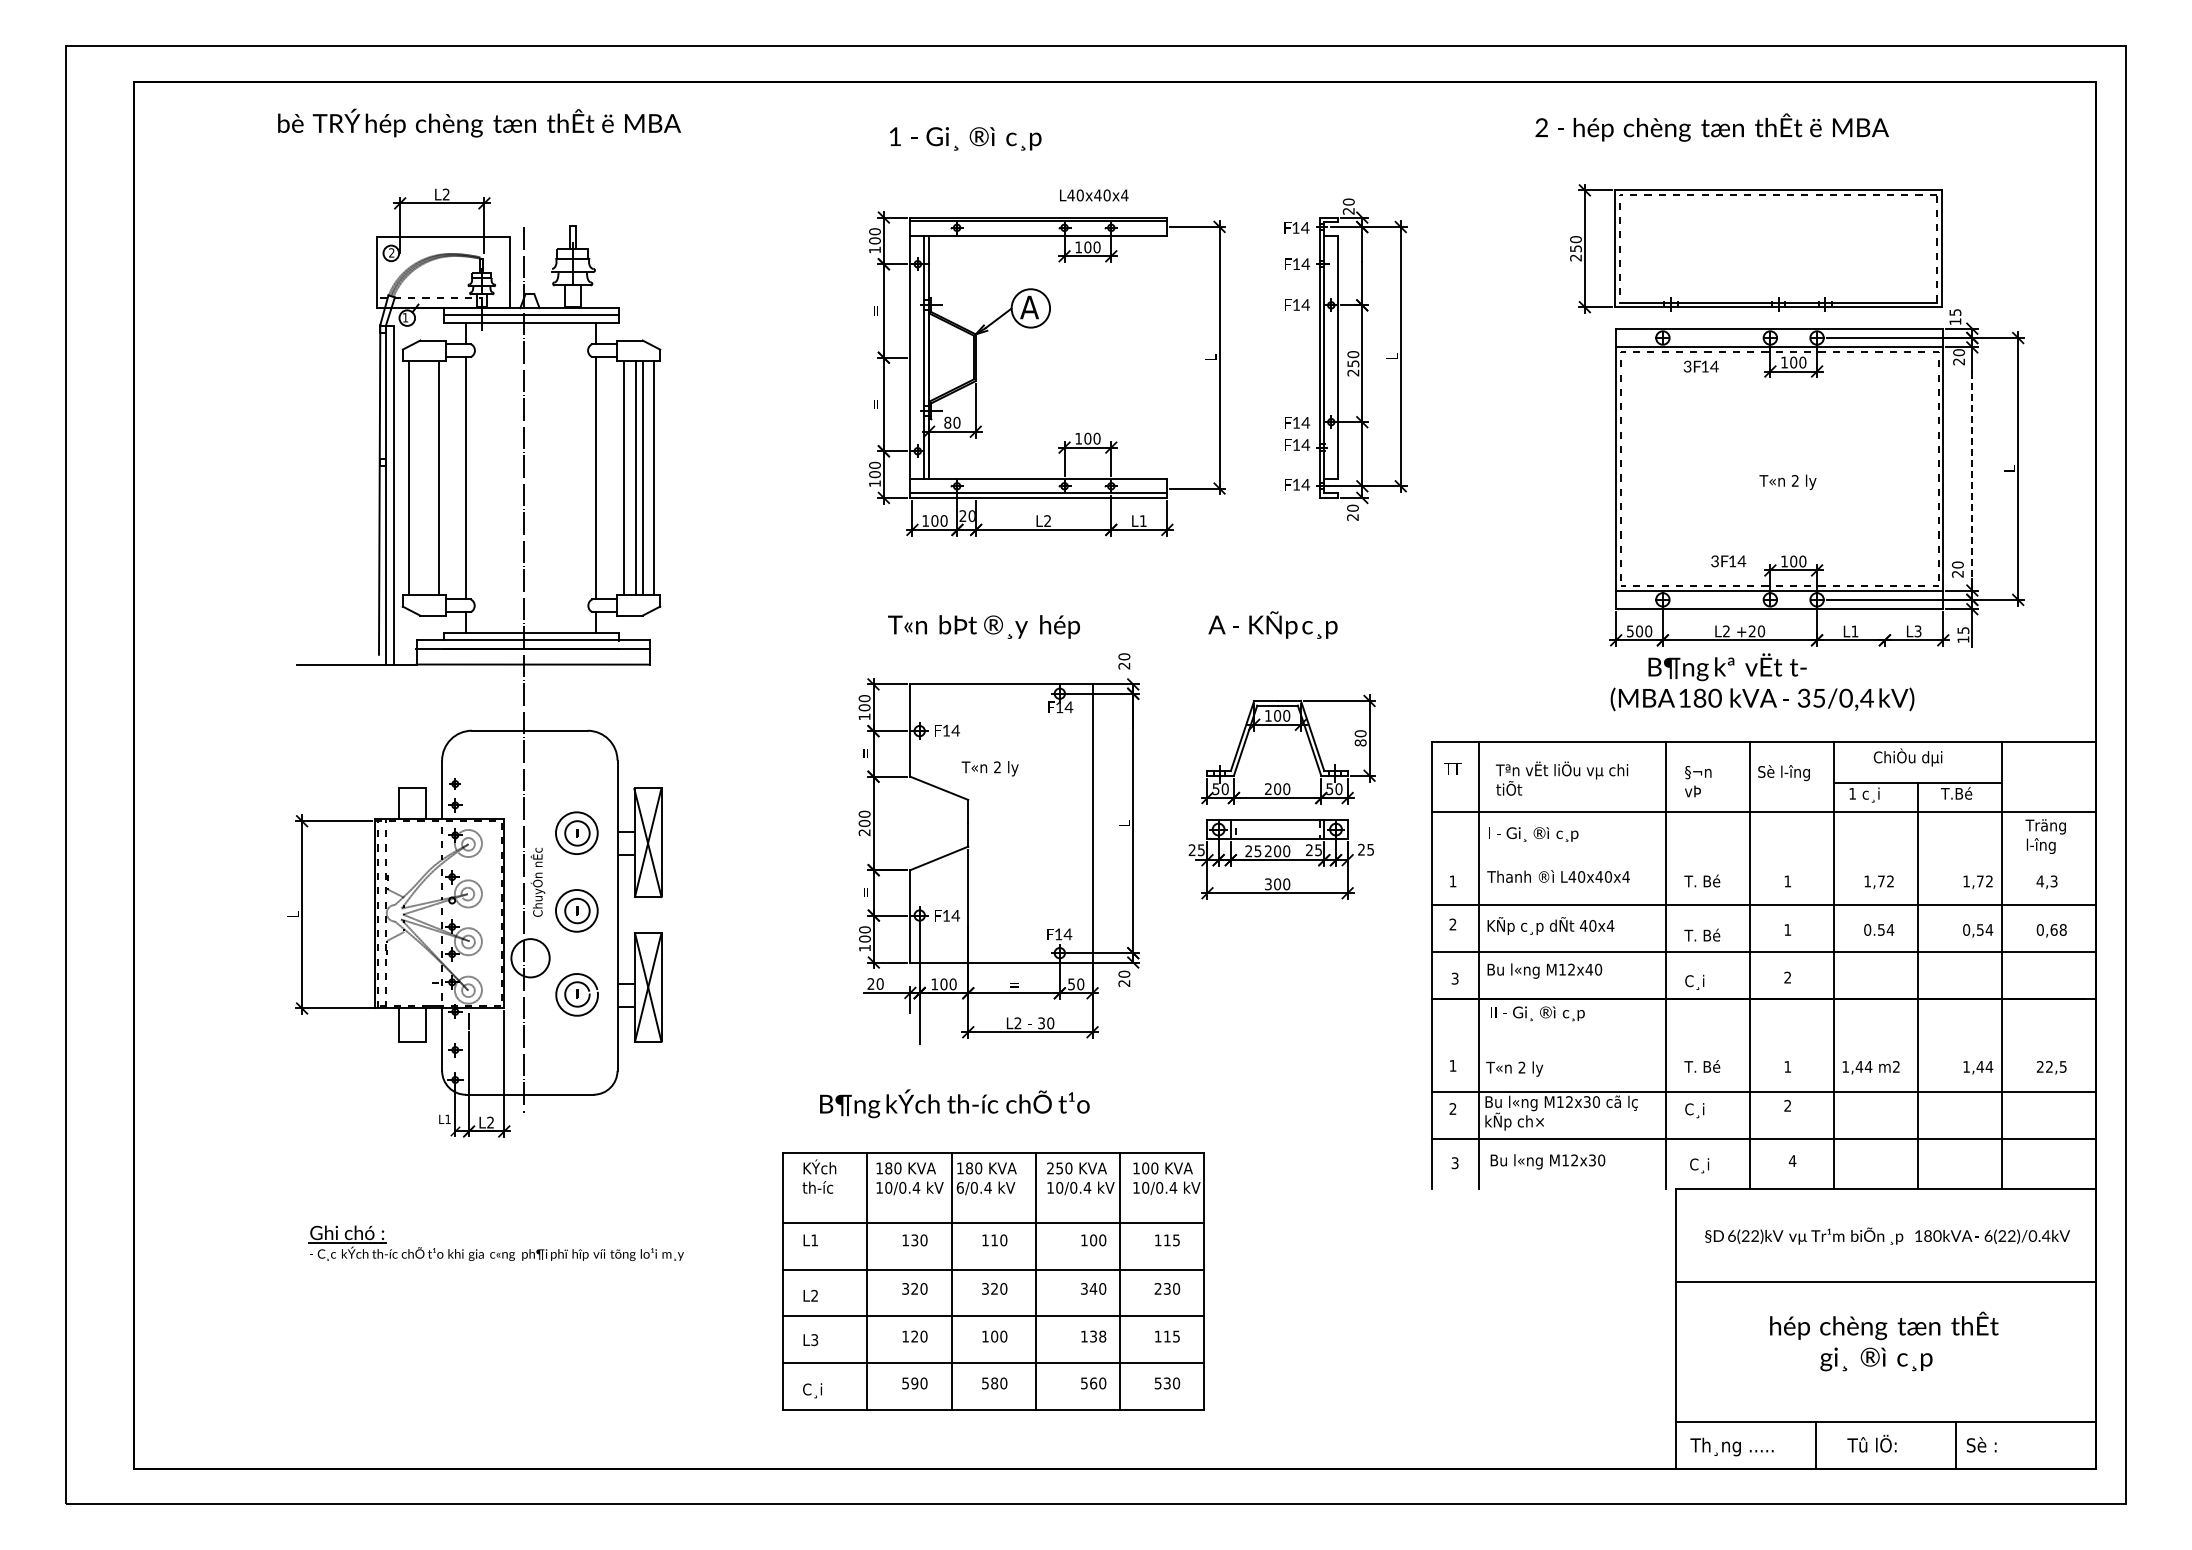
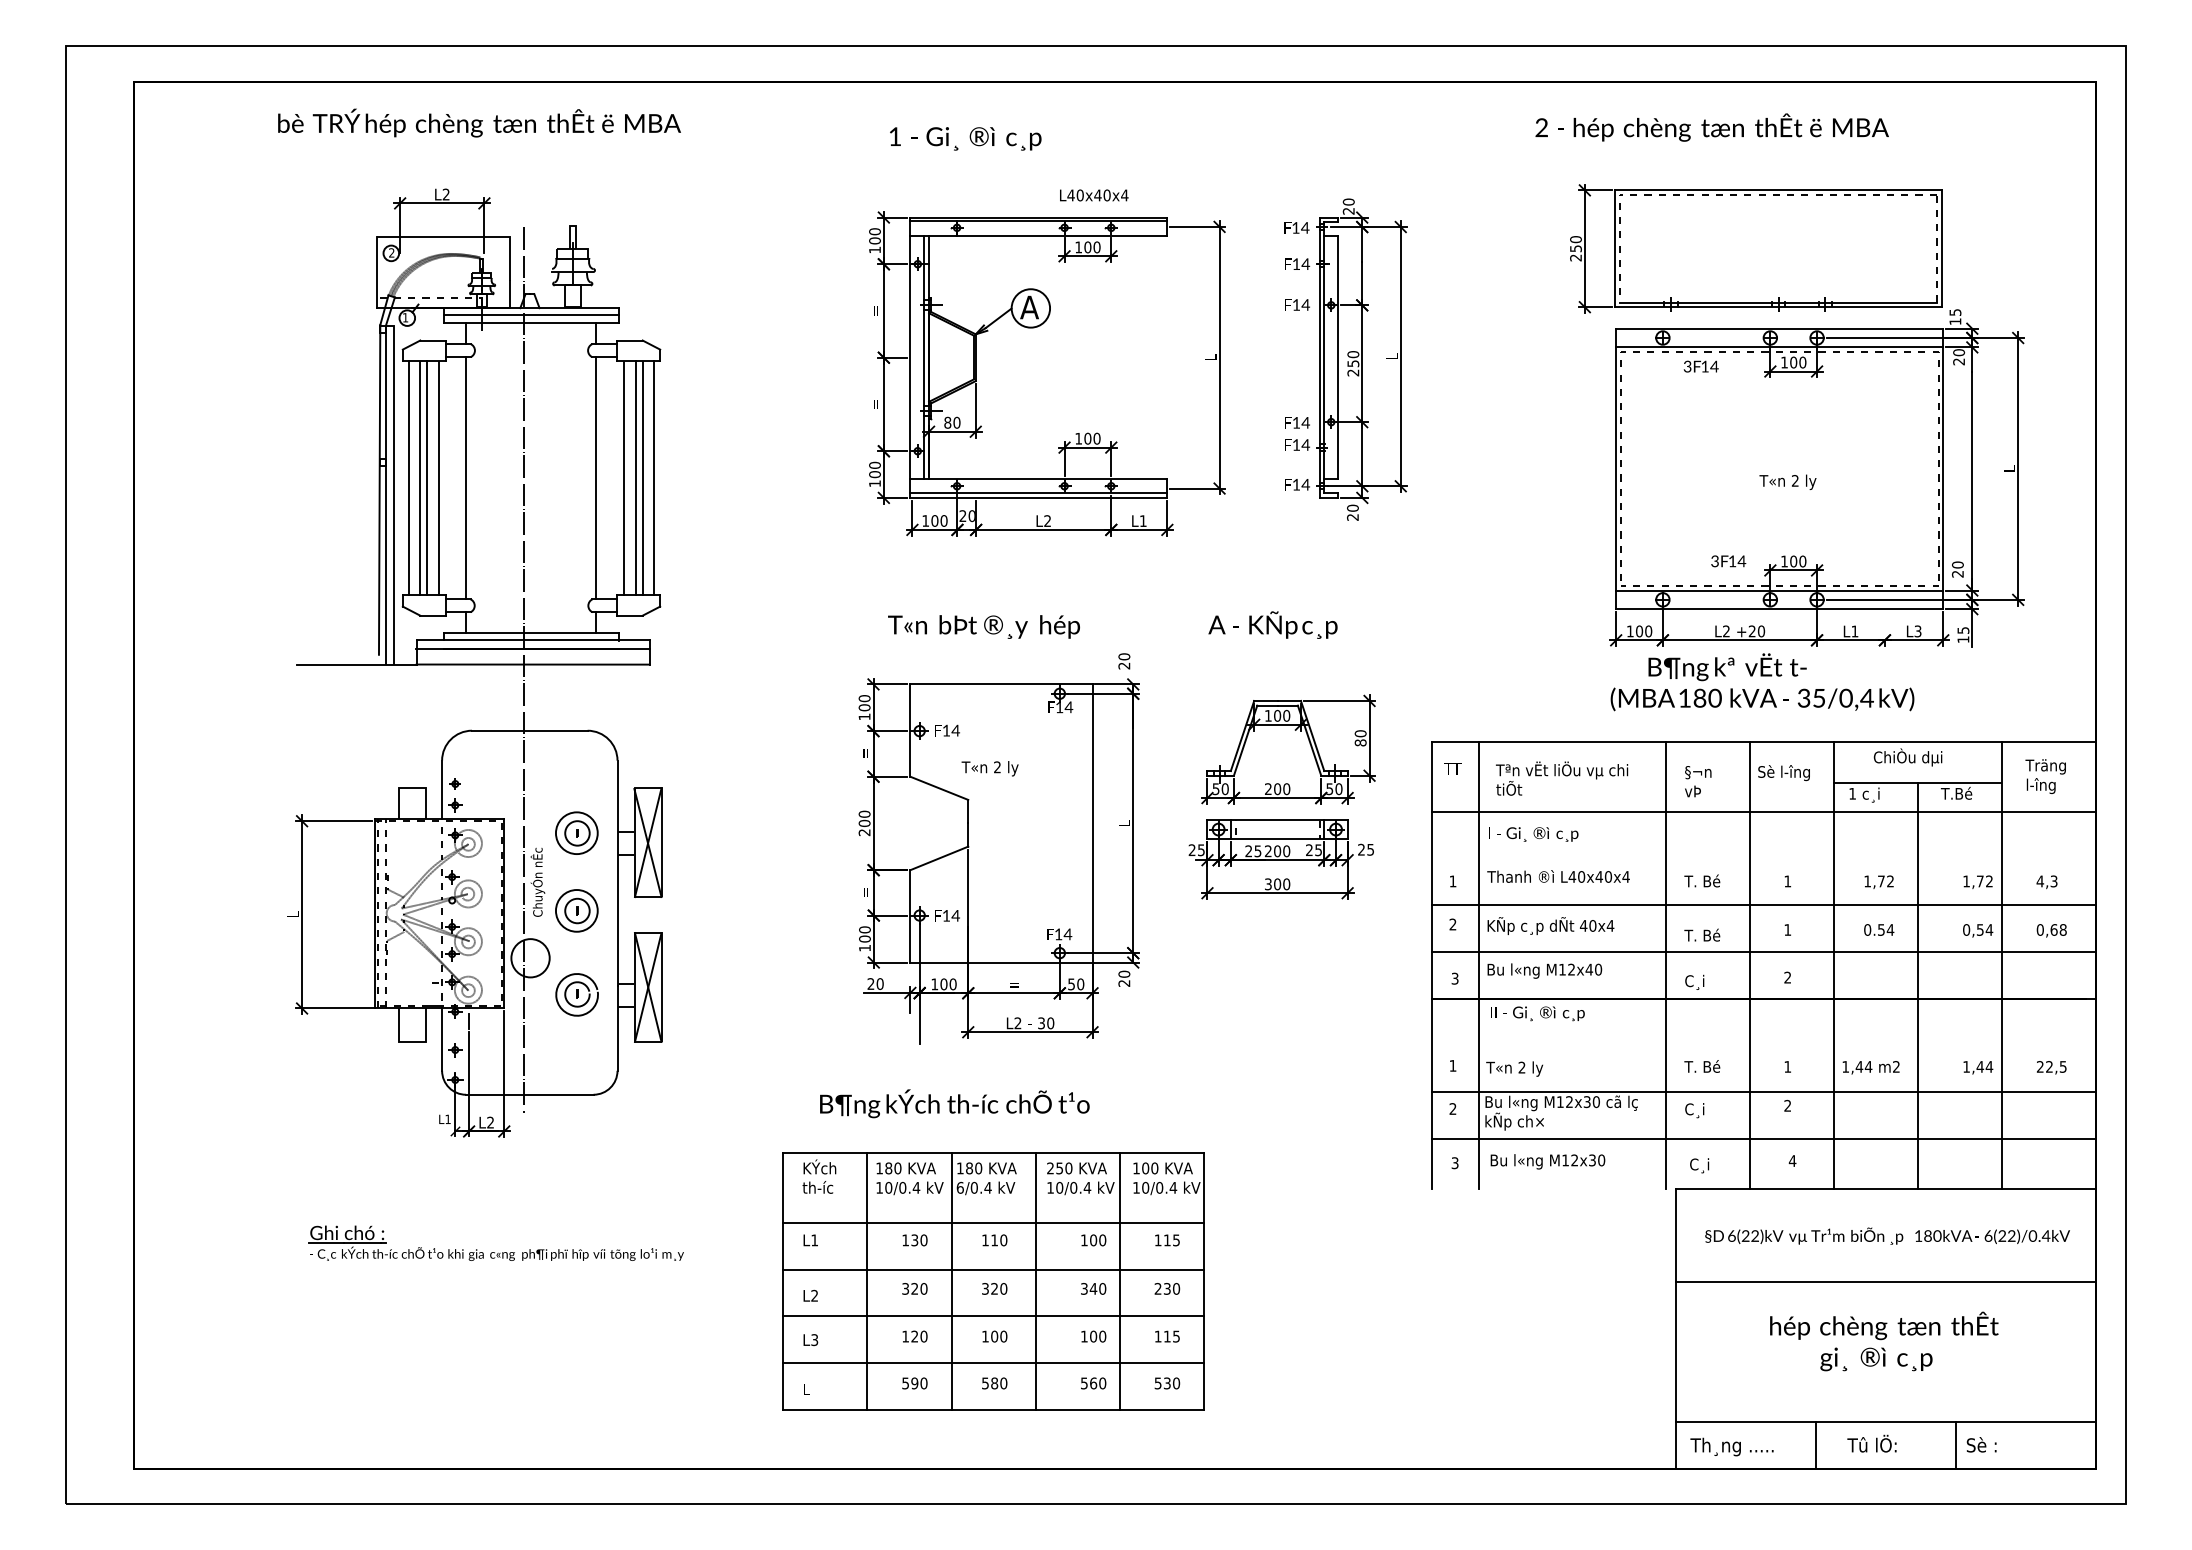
line at (420, 478): none -> present
line at (426, 478): none -> present
line at (1972, 482): dashed -> solid
text at (1629, 631): 500 -> 100
text at (2045, 836) position: (2045, 836) -> (2045, 776)
text at (1098, 1336): 138 -> 100
text at (812, 1390): C¸i -> L
